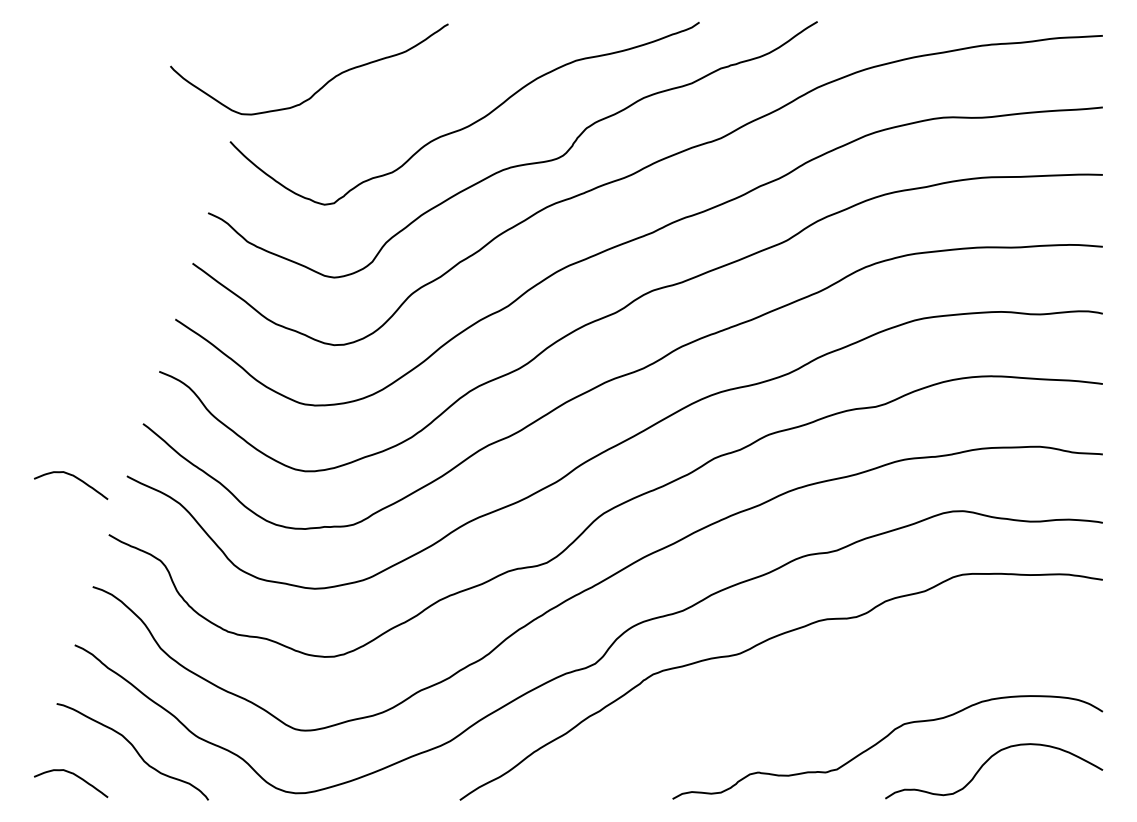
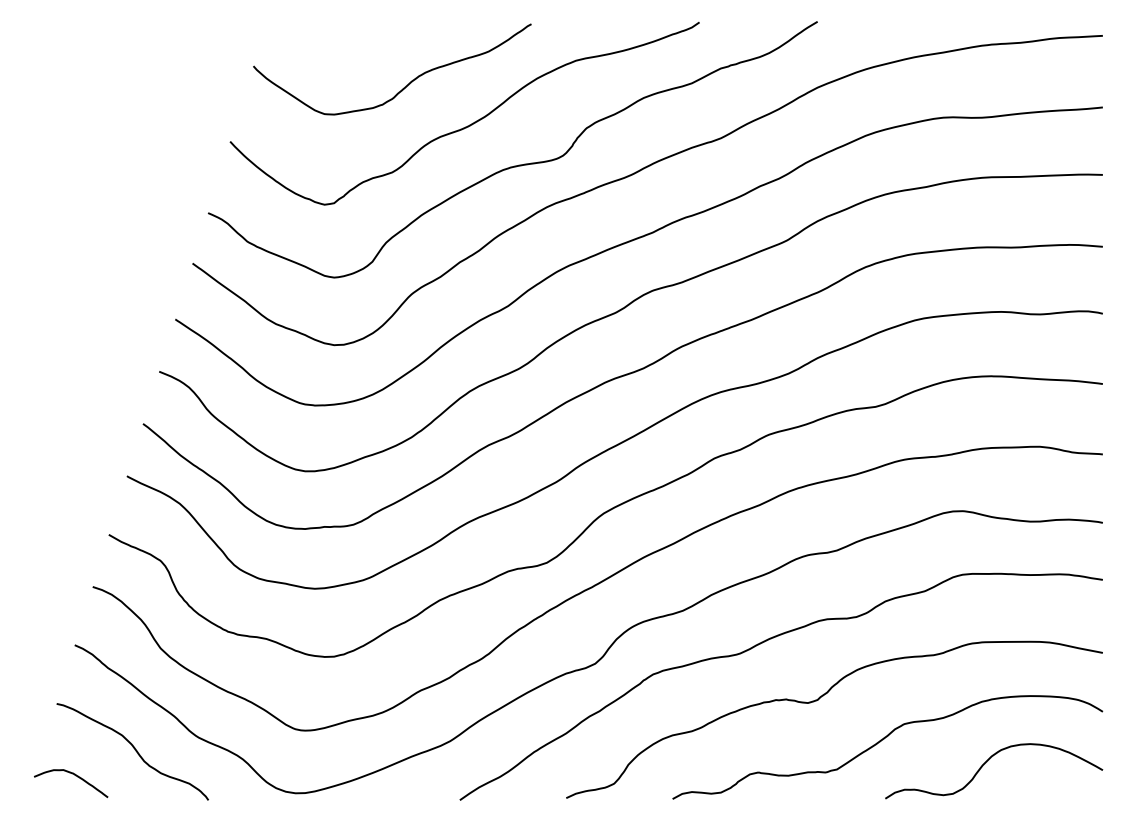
curve at (321, 86) position: (321, 86) -> (404, 86)
curve at (75, 478): present -> none
curve at (818, 700): none -> present
